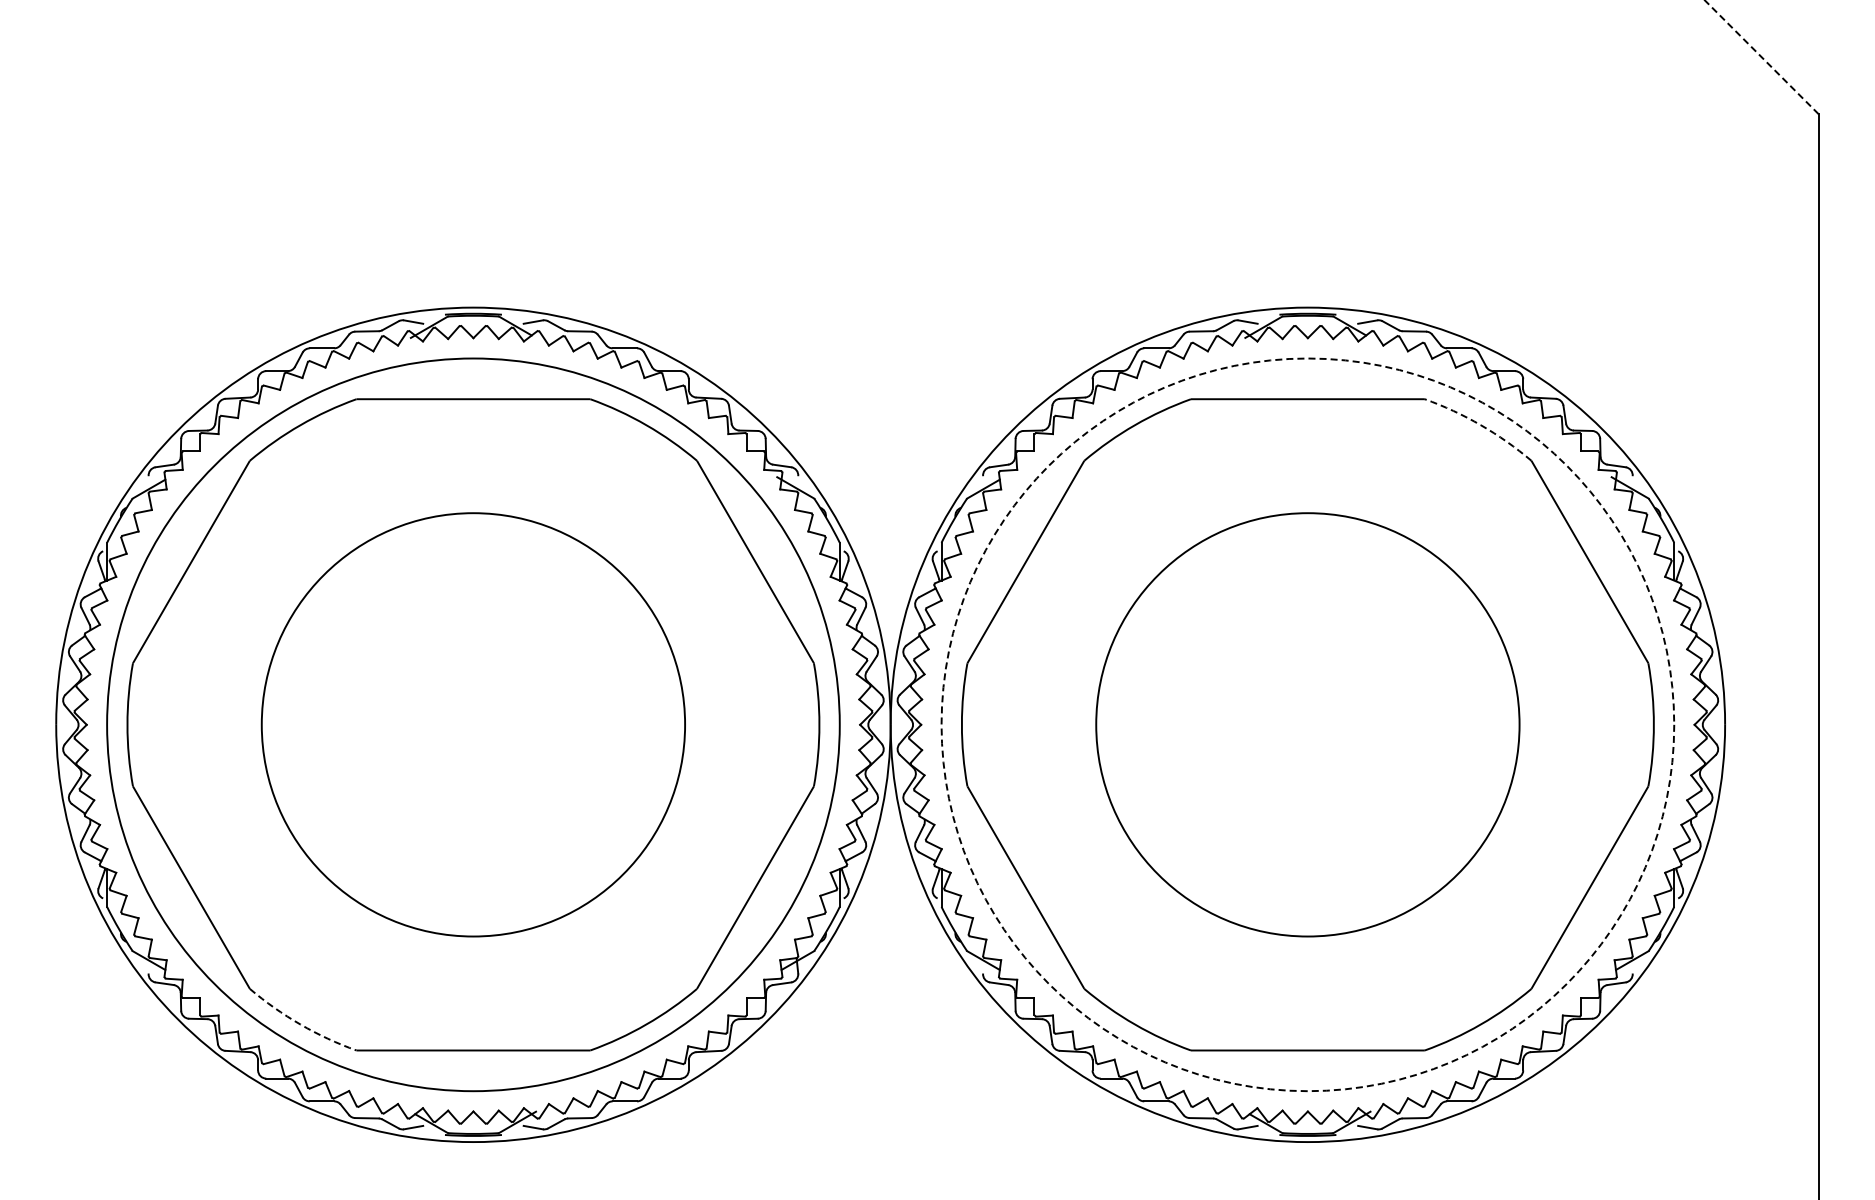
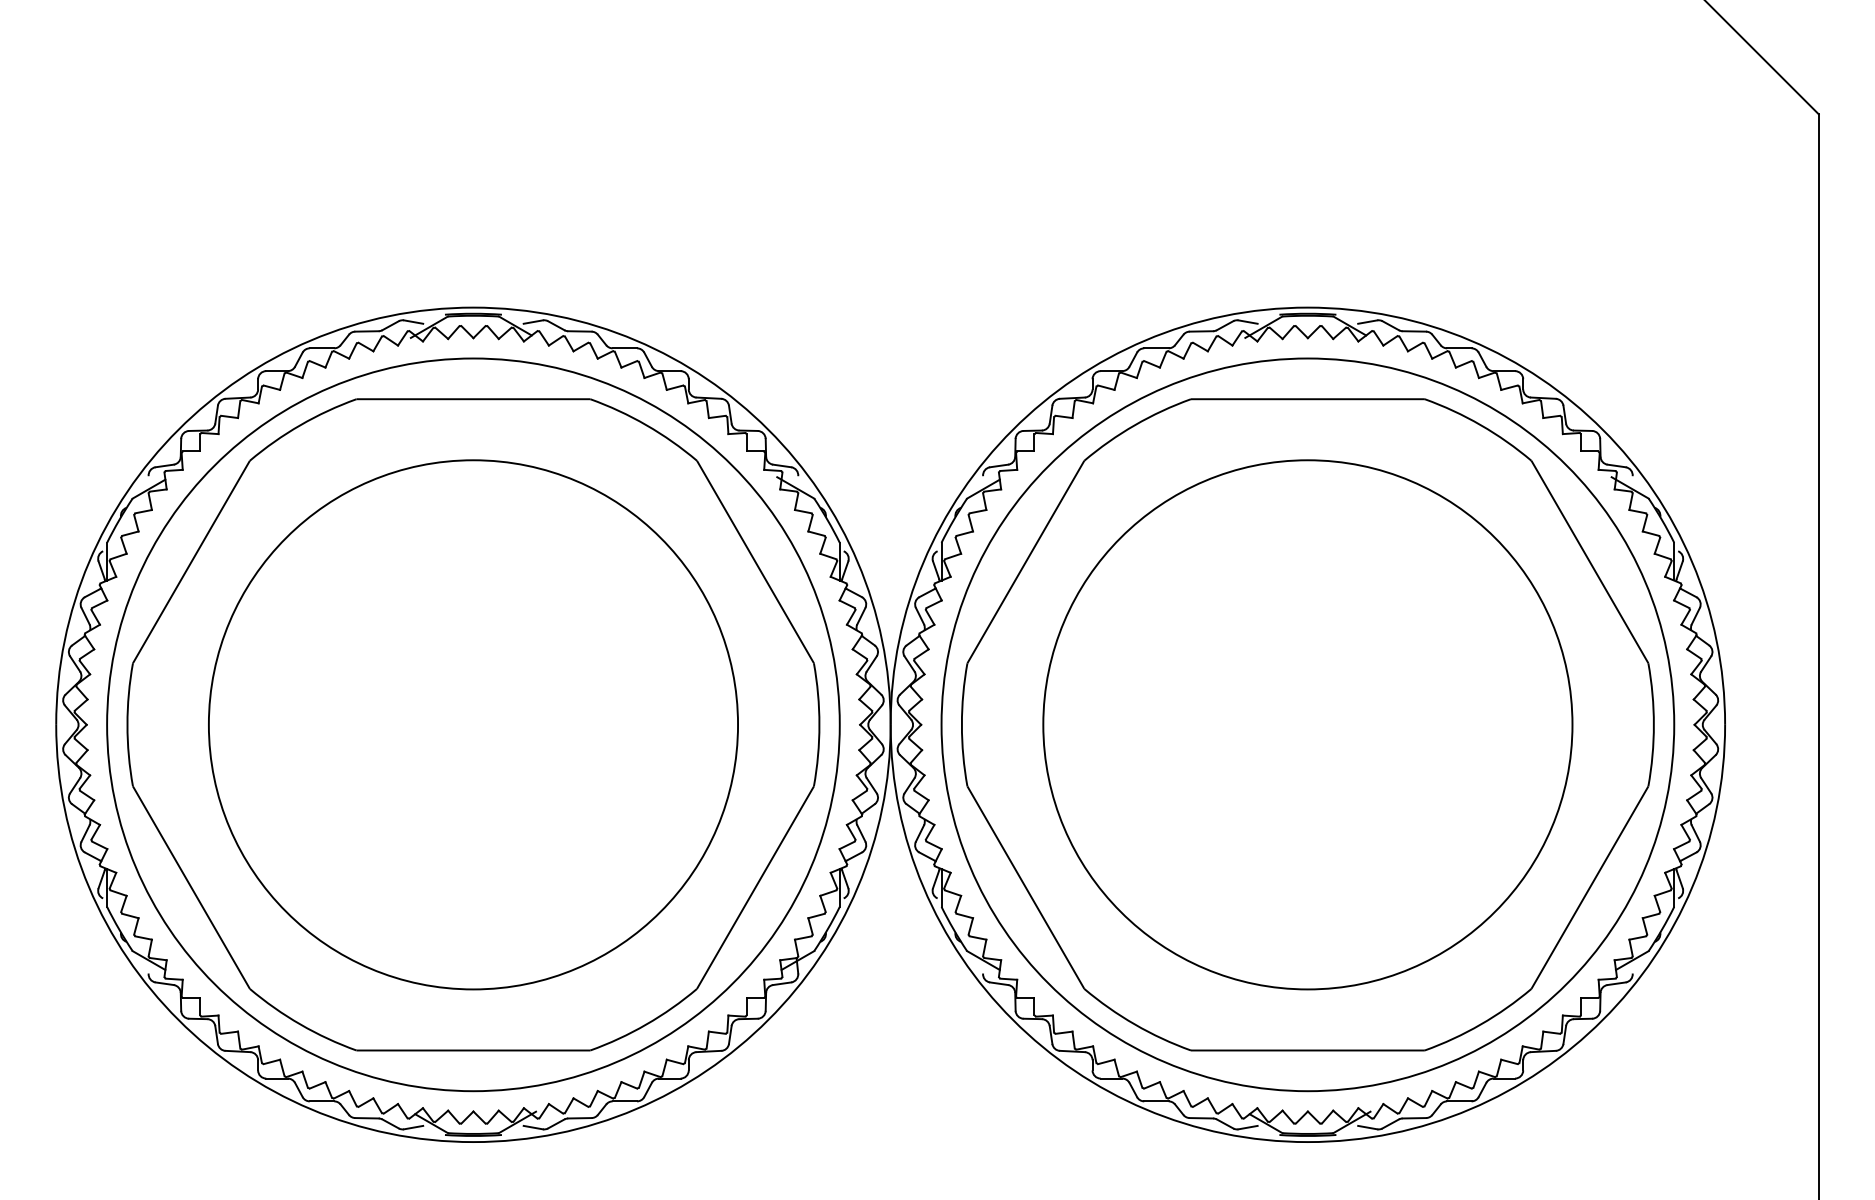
line at (1761, 57): dashed -> solid
arc at (1480, 425): dashed -> solid
circle at (473, 724) diameter: 423 px -> 529 px
circle at (1307, 724) diameter: 423 px -> 529 px
circle at (1307, 724): dashed -> solid
arc at (300, 1024): dashed -> solid
